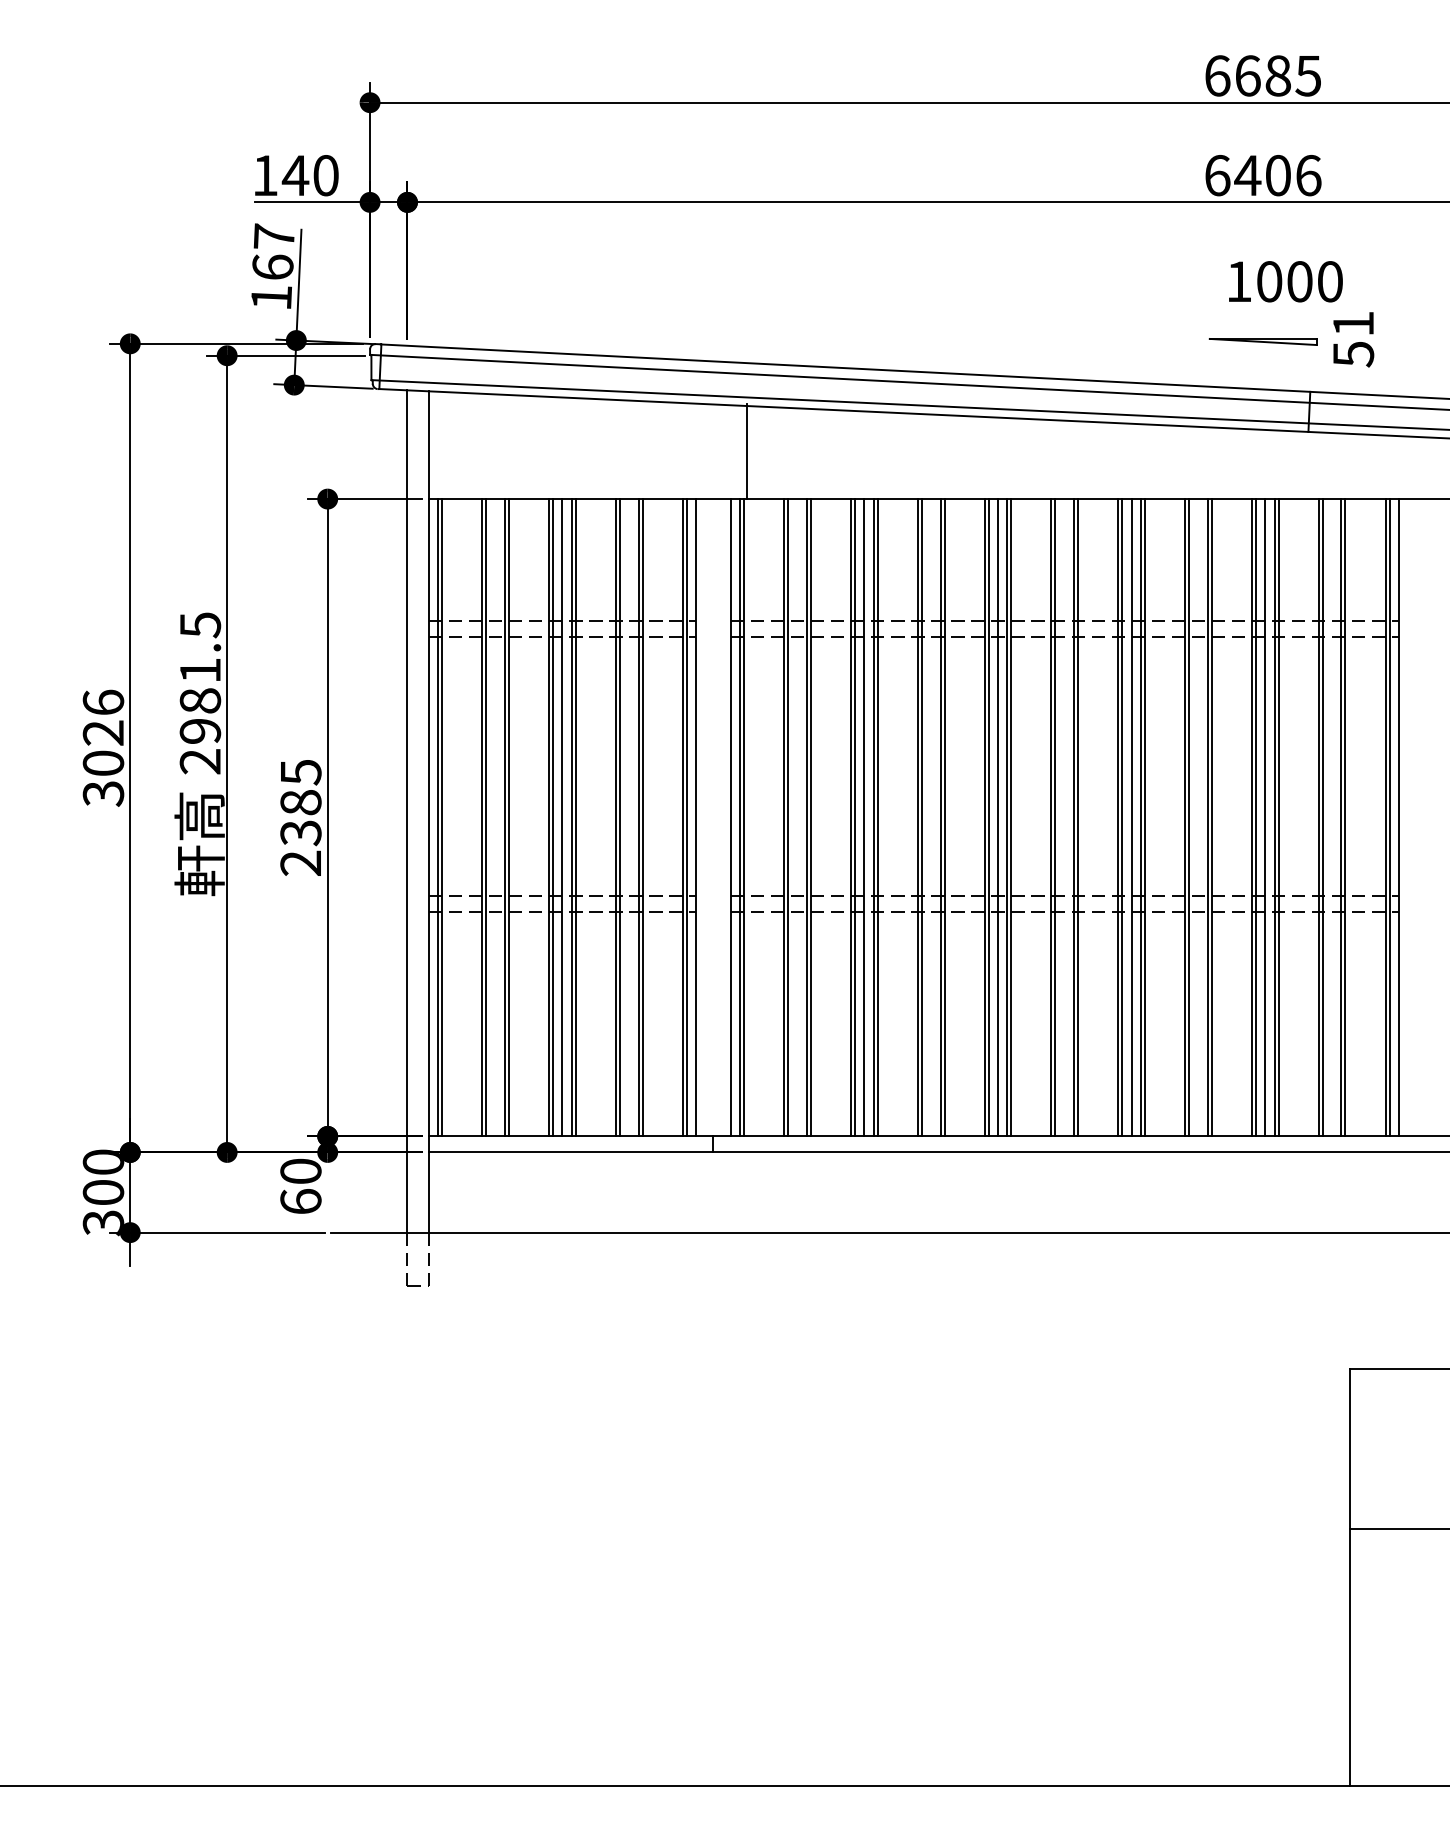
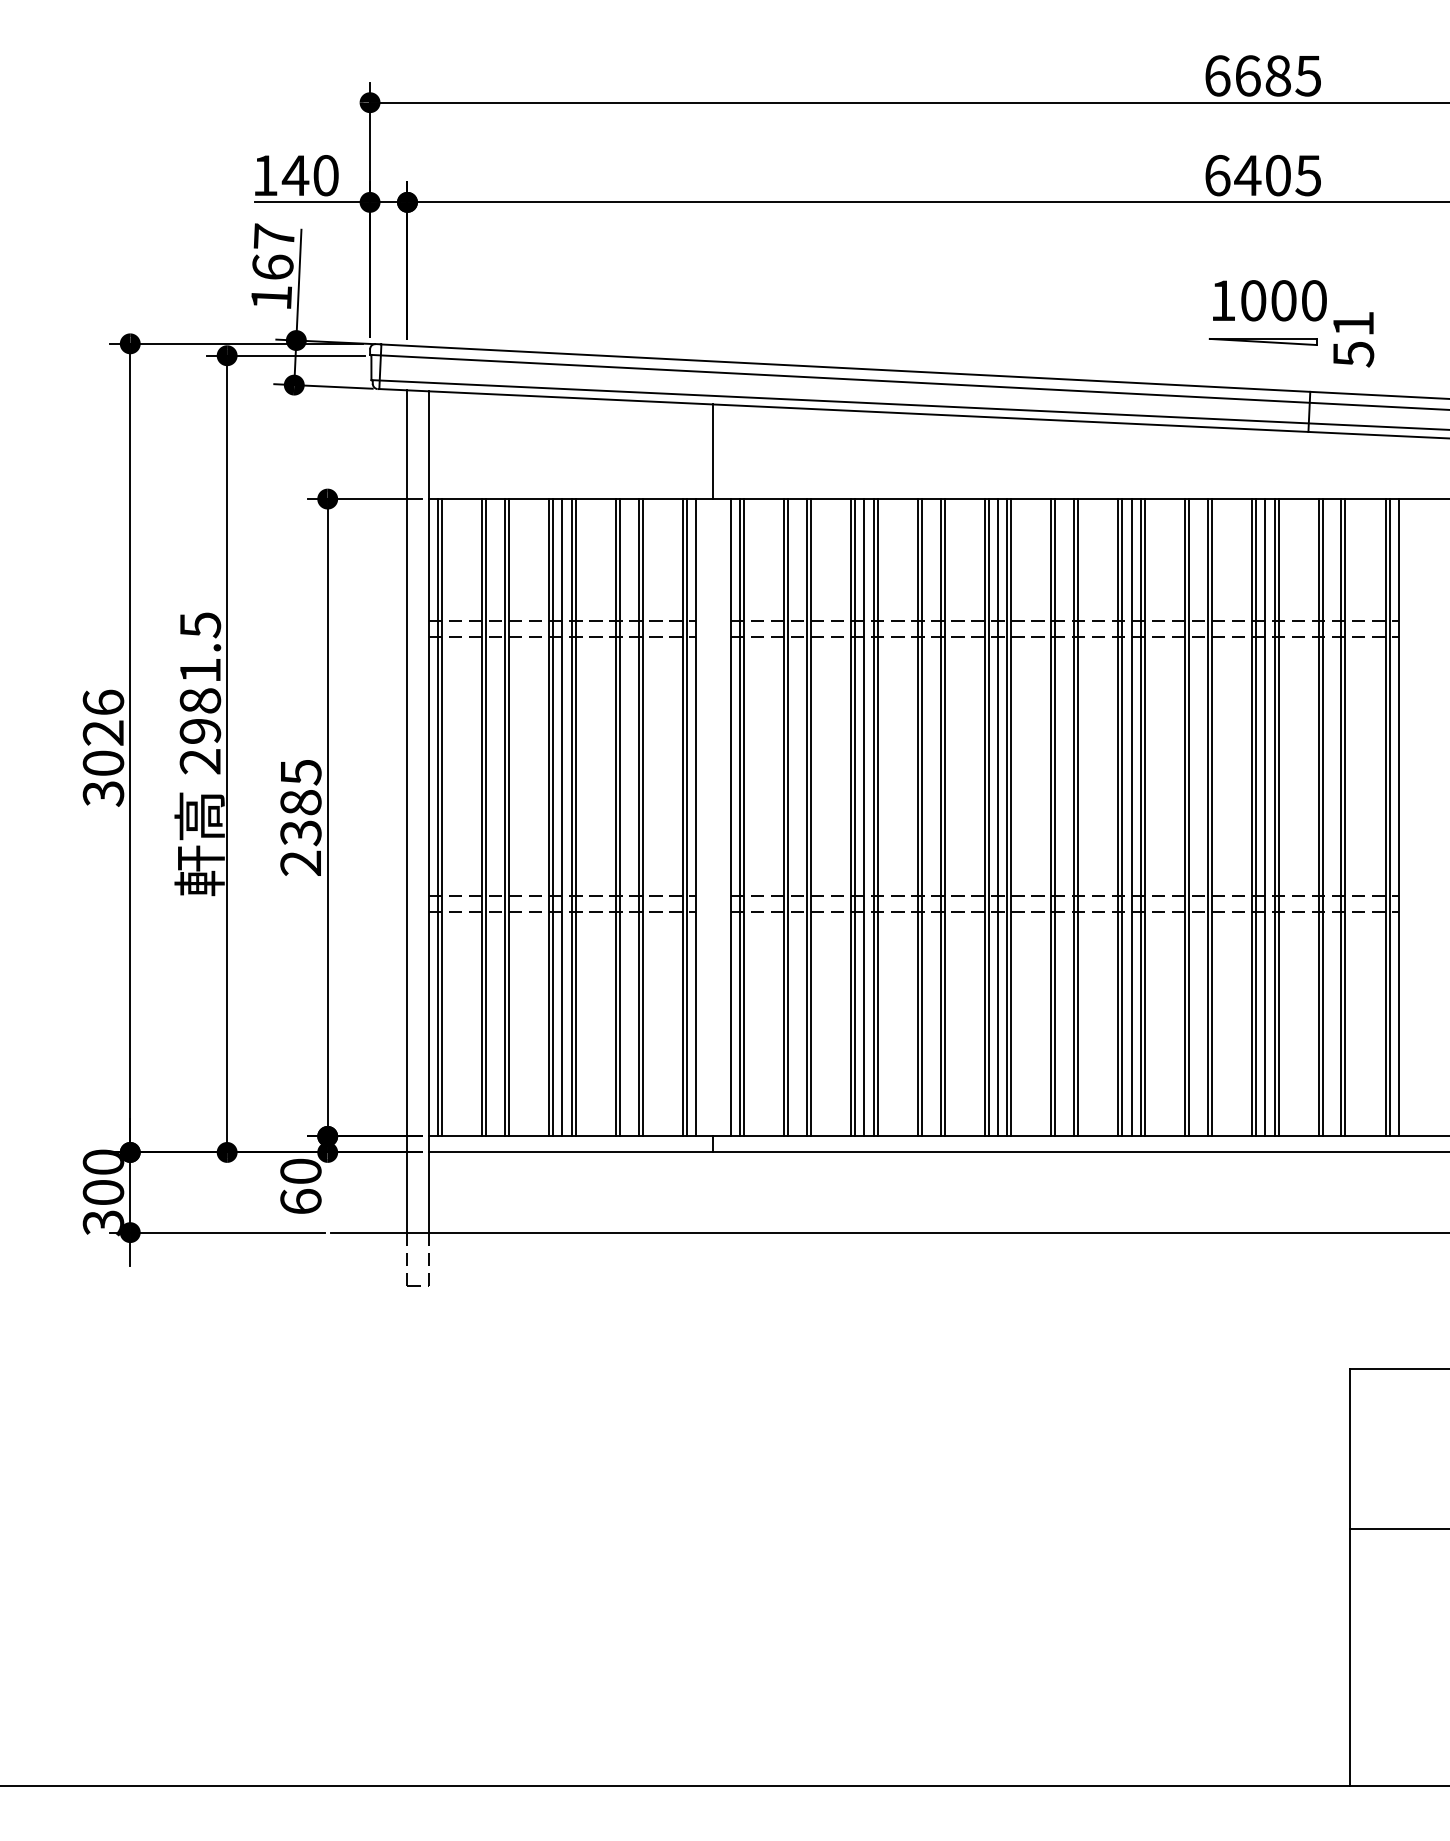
text at (1308, 175): 6406 -> 6405
text at (1285, 281) position: (1285, 281) -> (1269, 300)
line at (747, 451) position: (747, 451) -> (713, 451)
